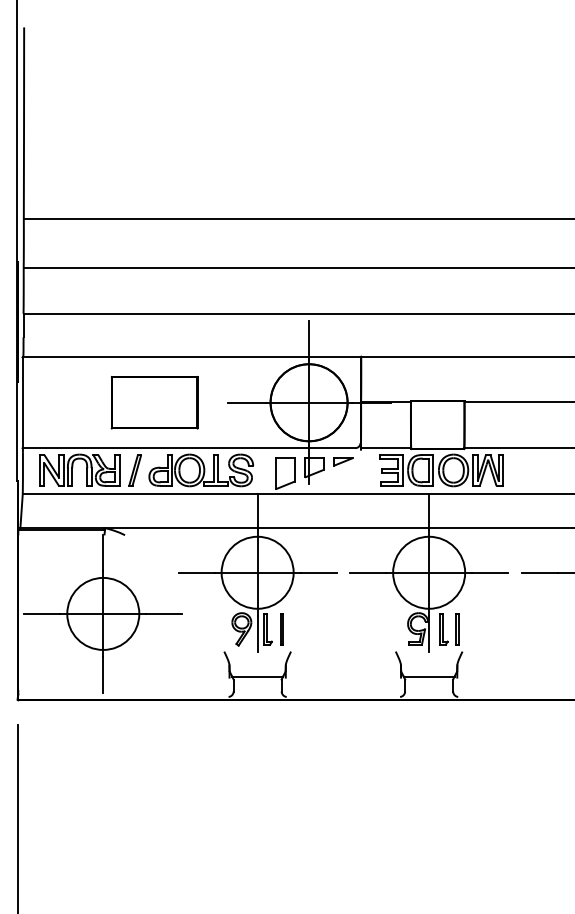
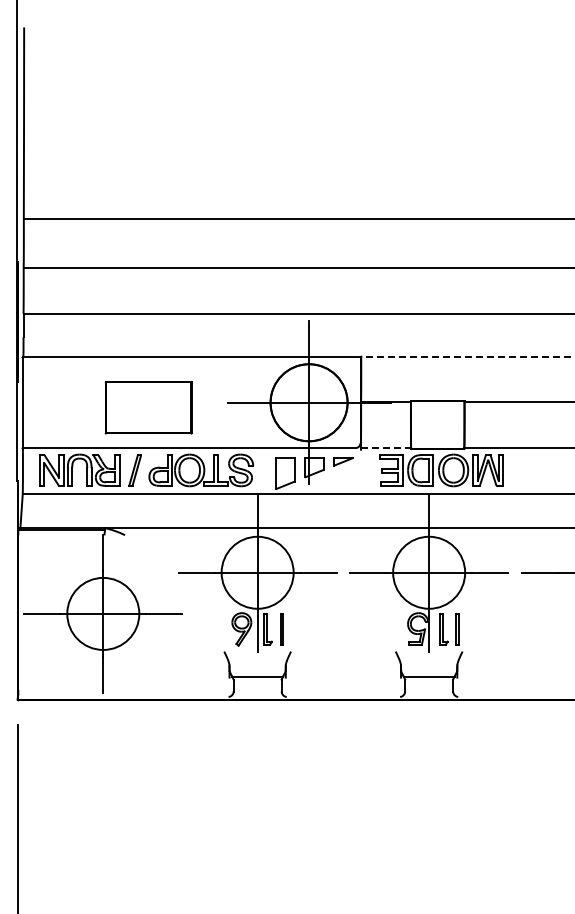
line at (467, 356): solid -> dashed
part at (154, 402) position: (154, 402) -> (148, 407)
line at (386, 448): solid -> dashed
